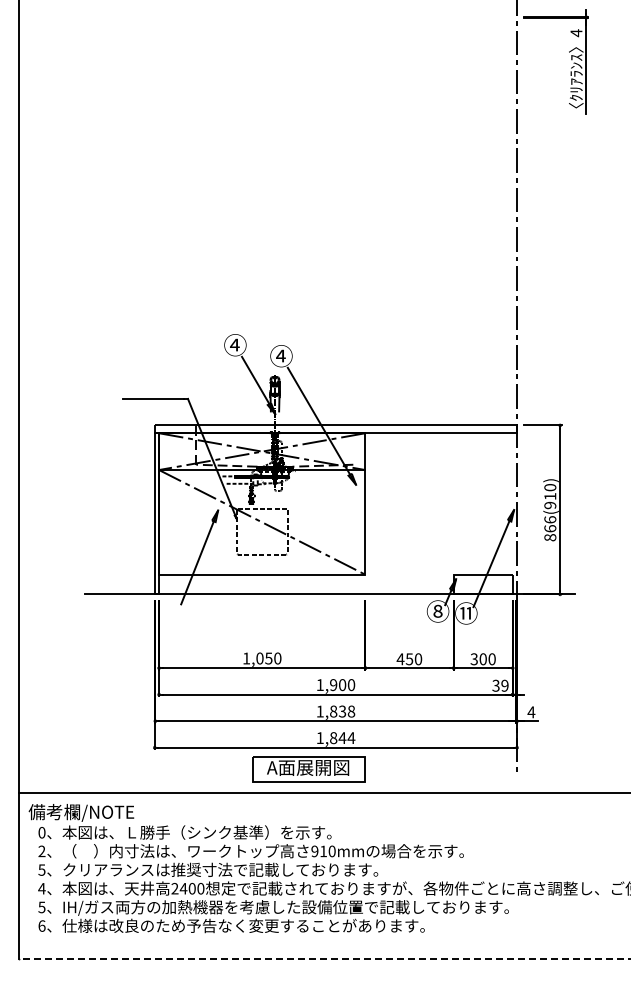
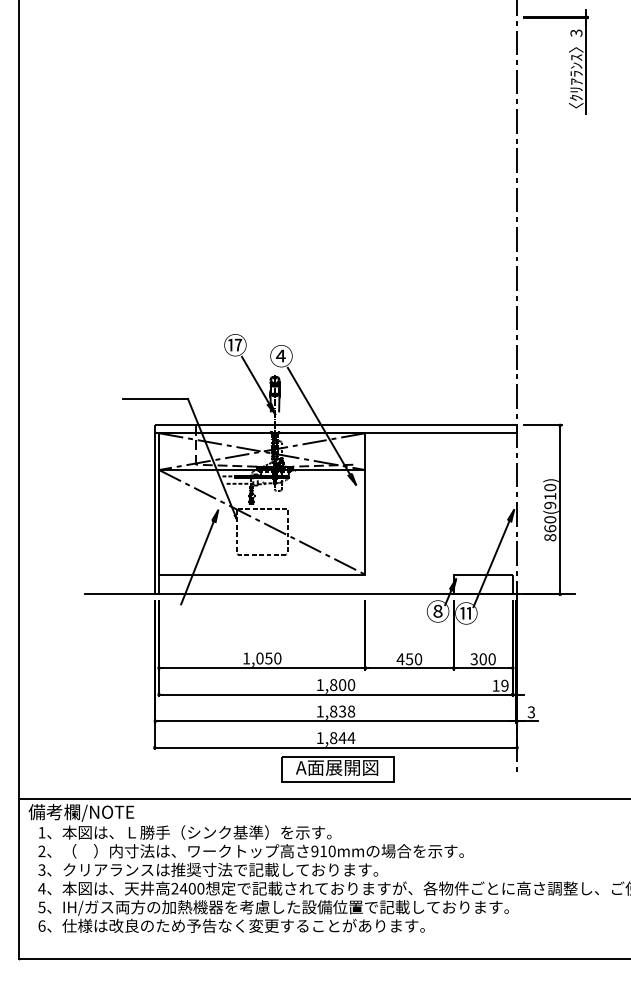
text at (576, 33): 4 -> 3
text at (235, 344): ④ -> ⑰
text at (550, 519): 866(910) -> 860(910)
text at (333, 685): 1,900 -> 1,800
text at (495, 685): 39 -> 19
text at (531, 712): 4 -> 3
part at (308, 769) position: (308, 769) -> (337, 769)
line at (322, 792) position: (322, 792) -> (322, 798)
text at (41, 832): 0 -> 1
text at (41, 869): 5 -> 3
line at (324, 959): dashed -> solid
